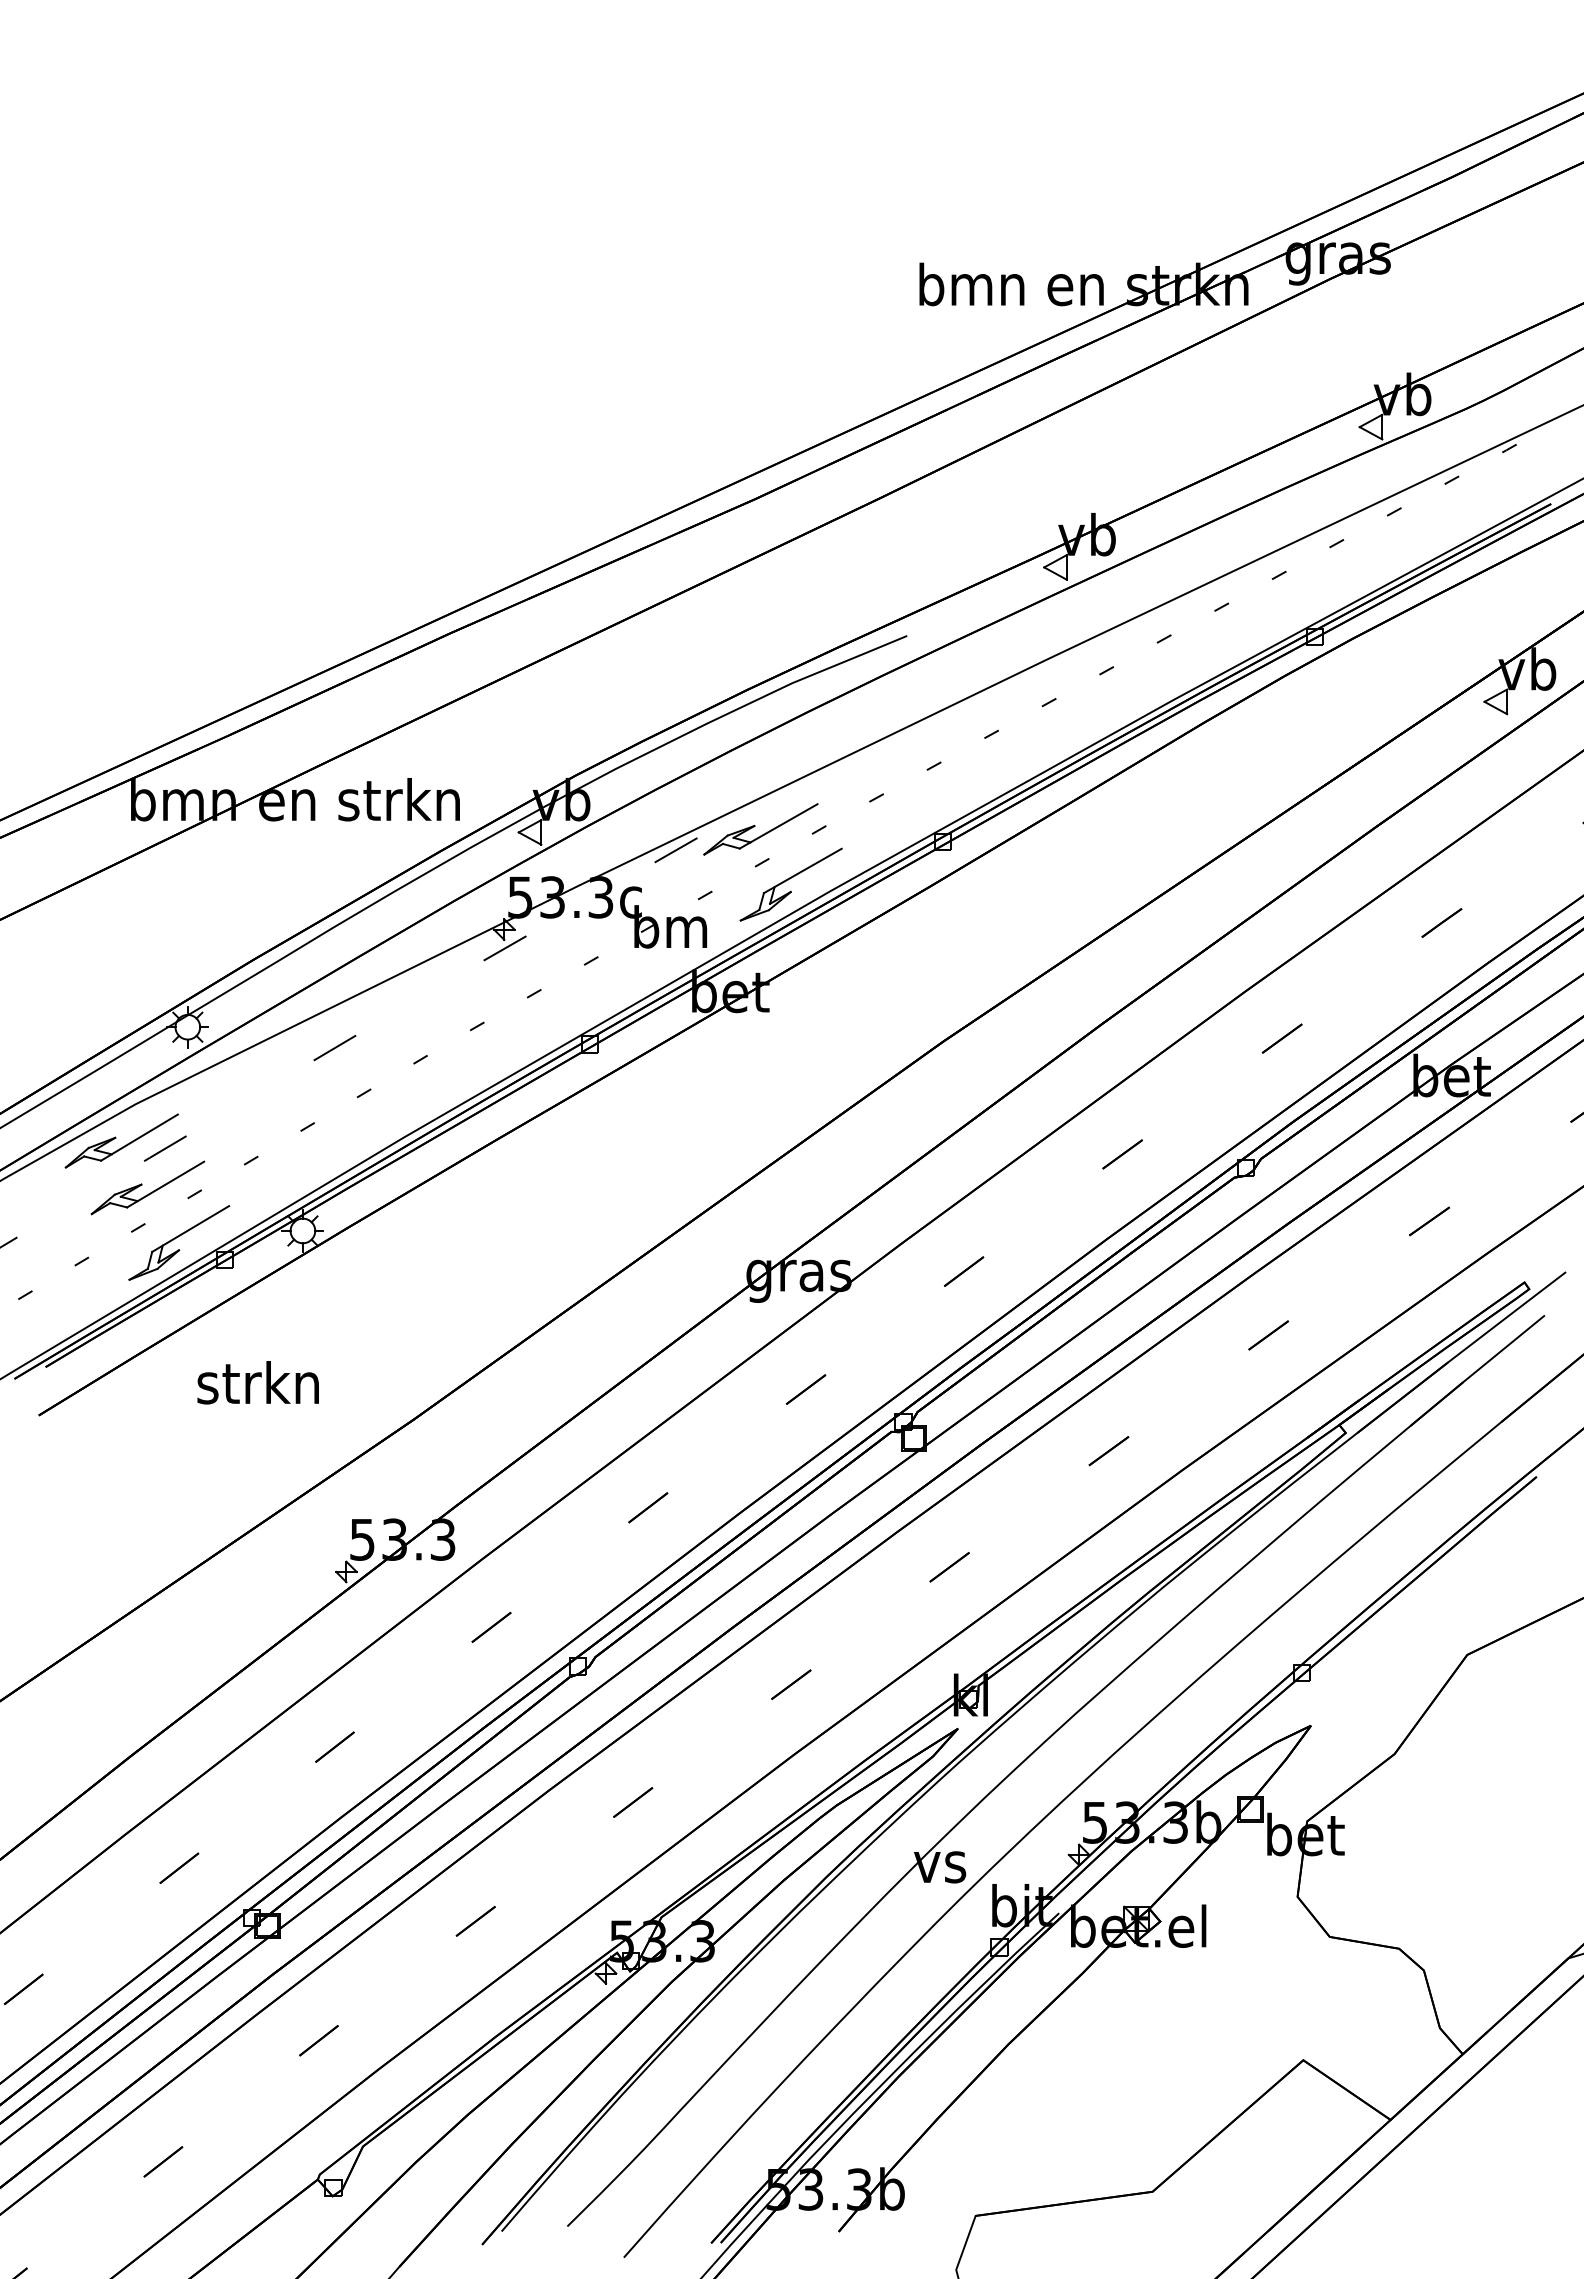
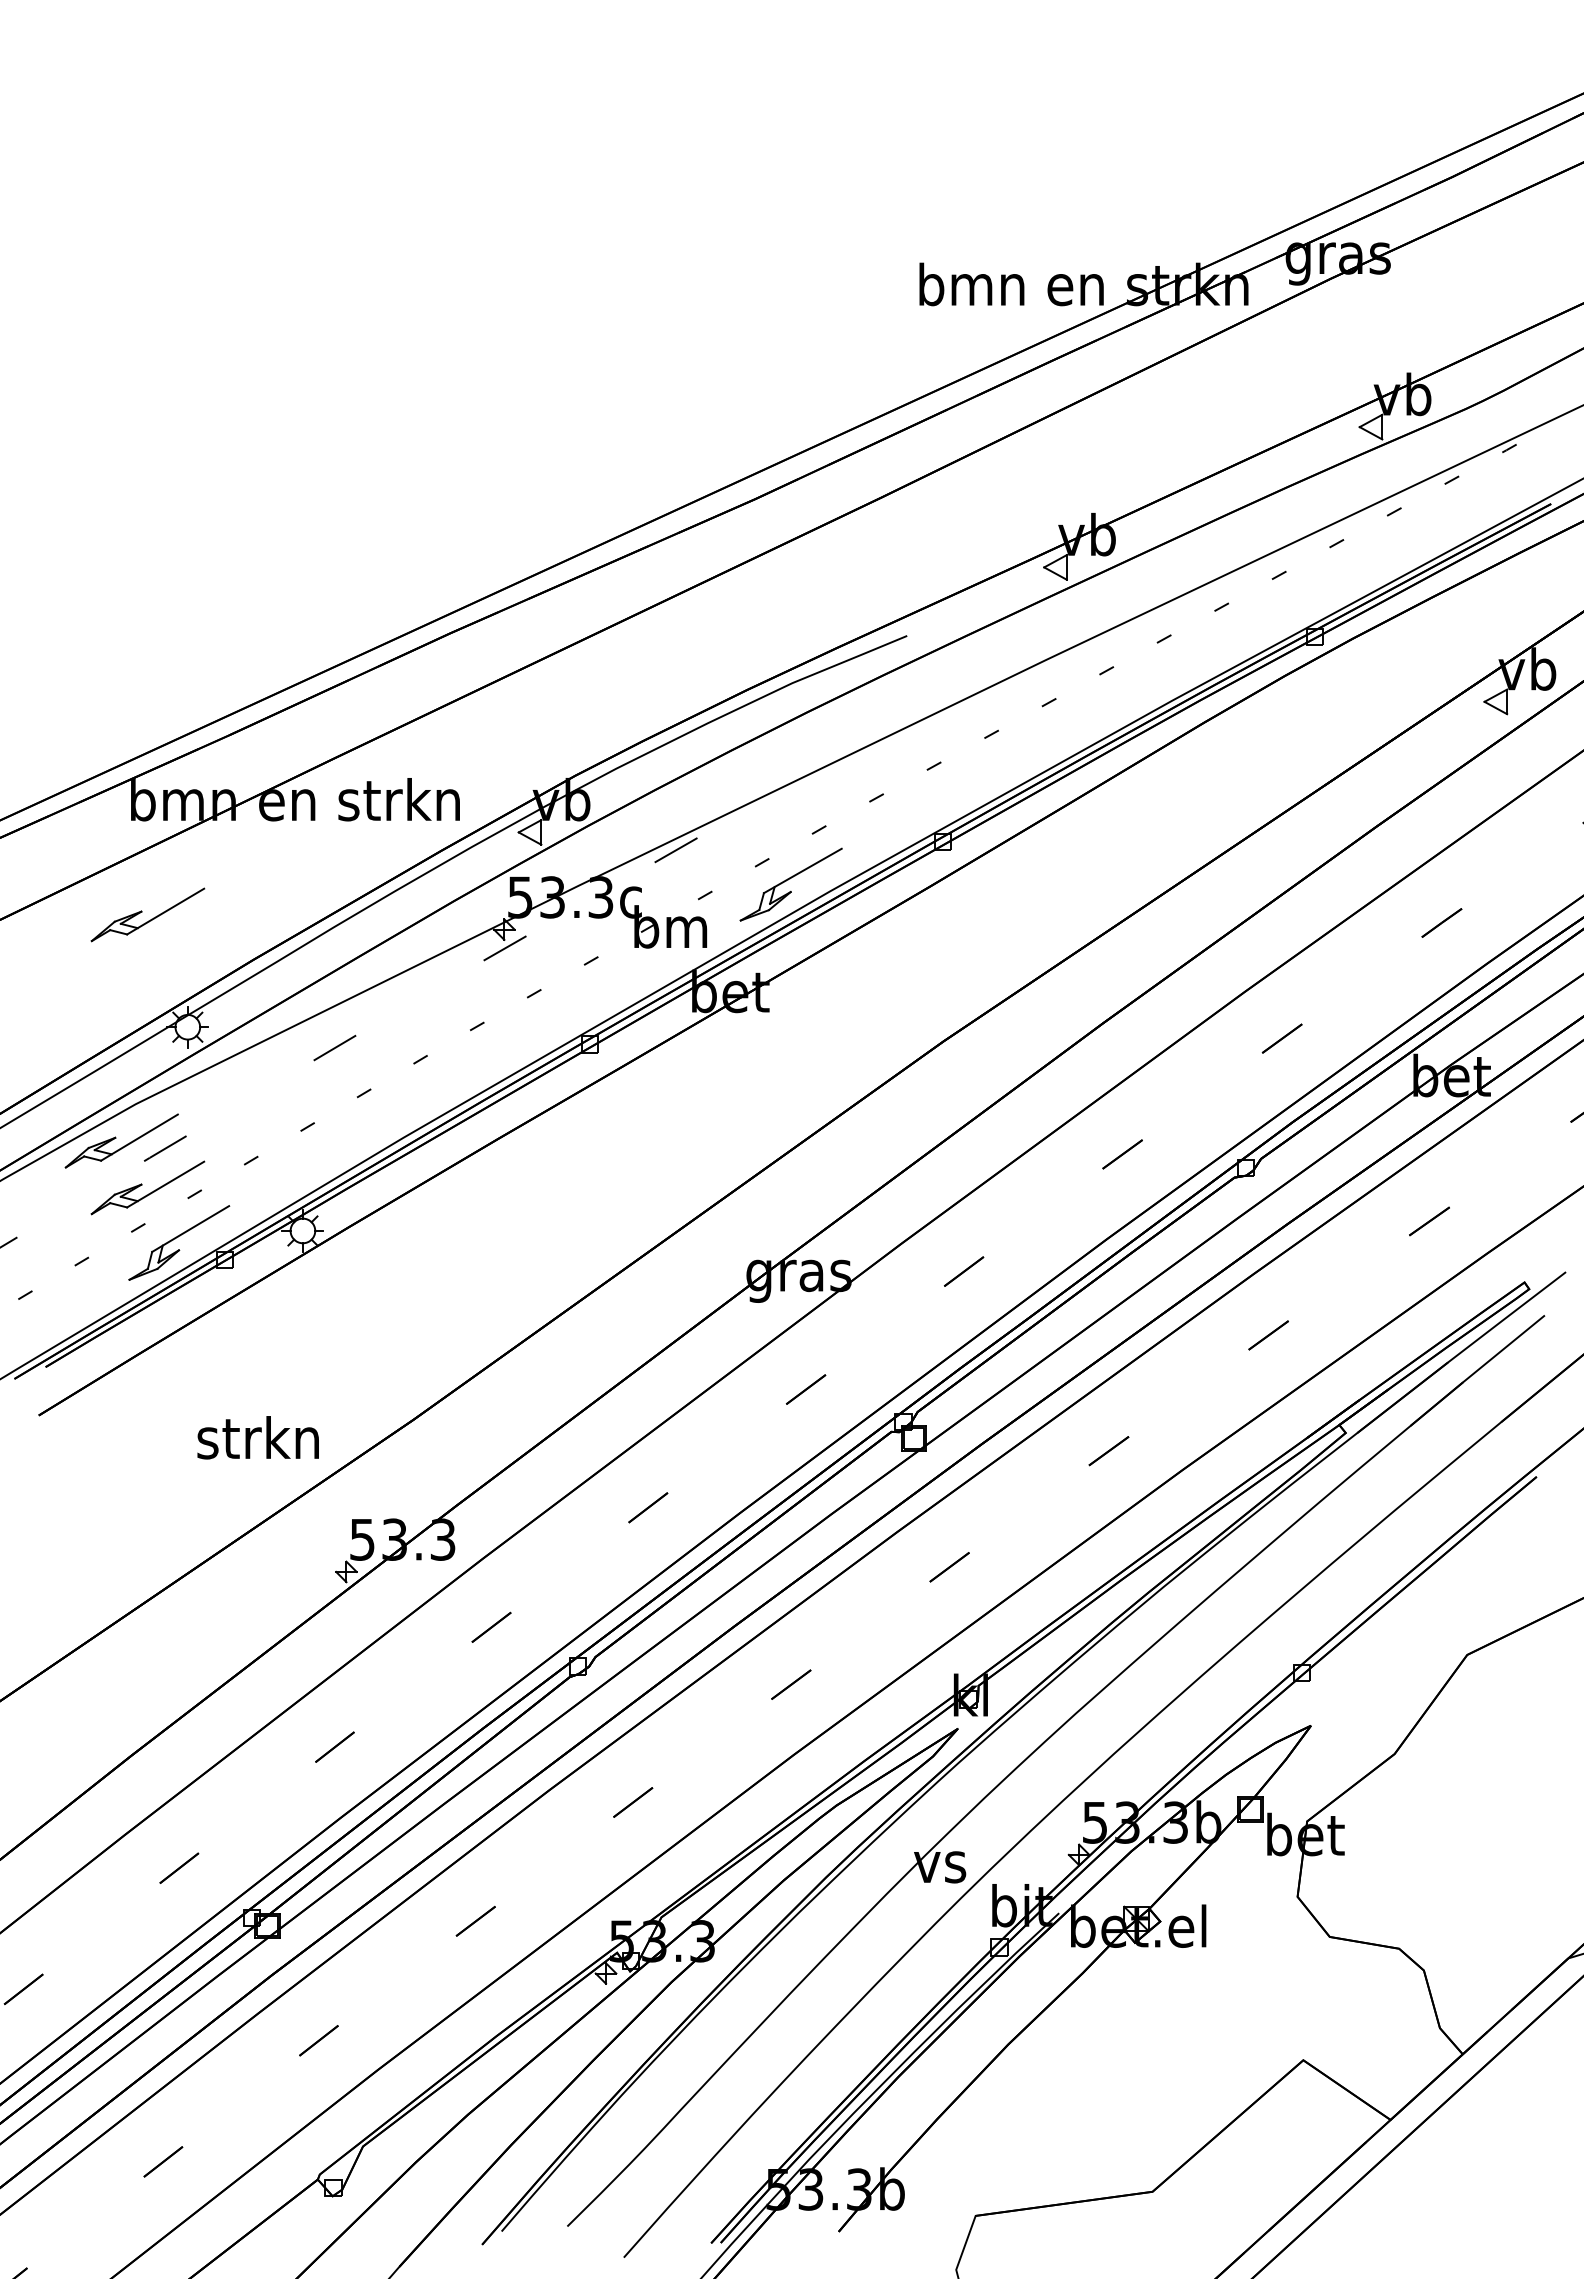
part at (760, 829): present -> none
part at (147, 914): none -> present
text at (257, 1382) position: (257, 1382) -> (257, 1437)
